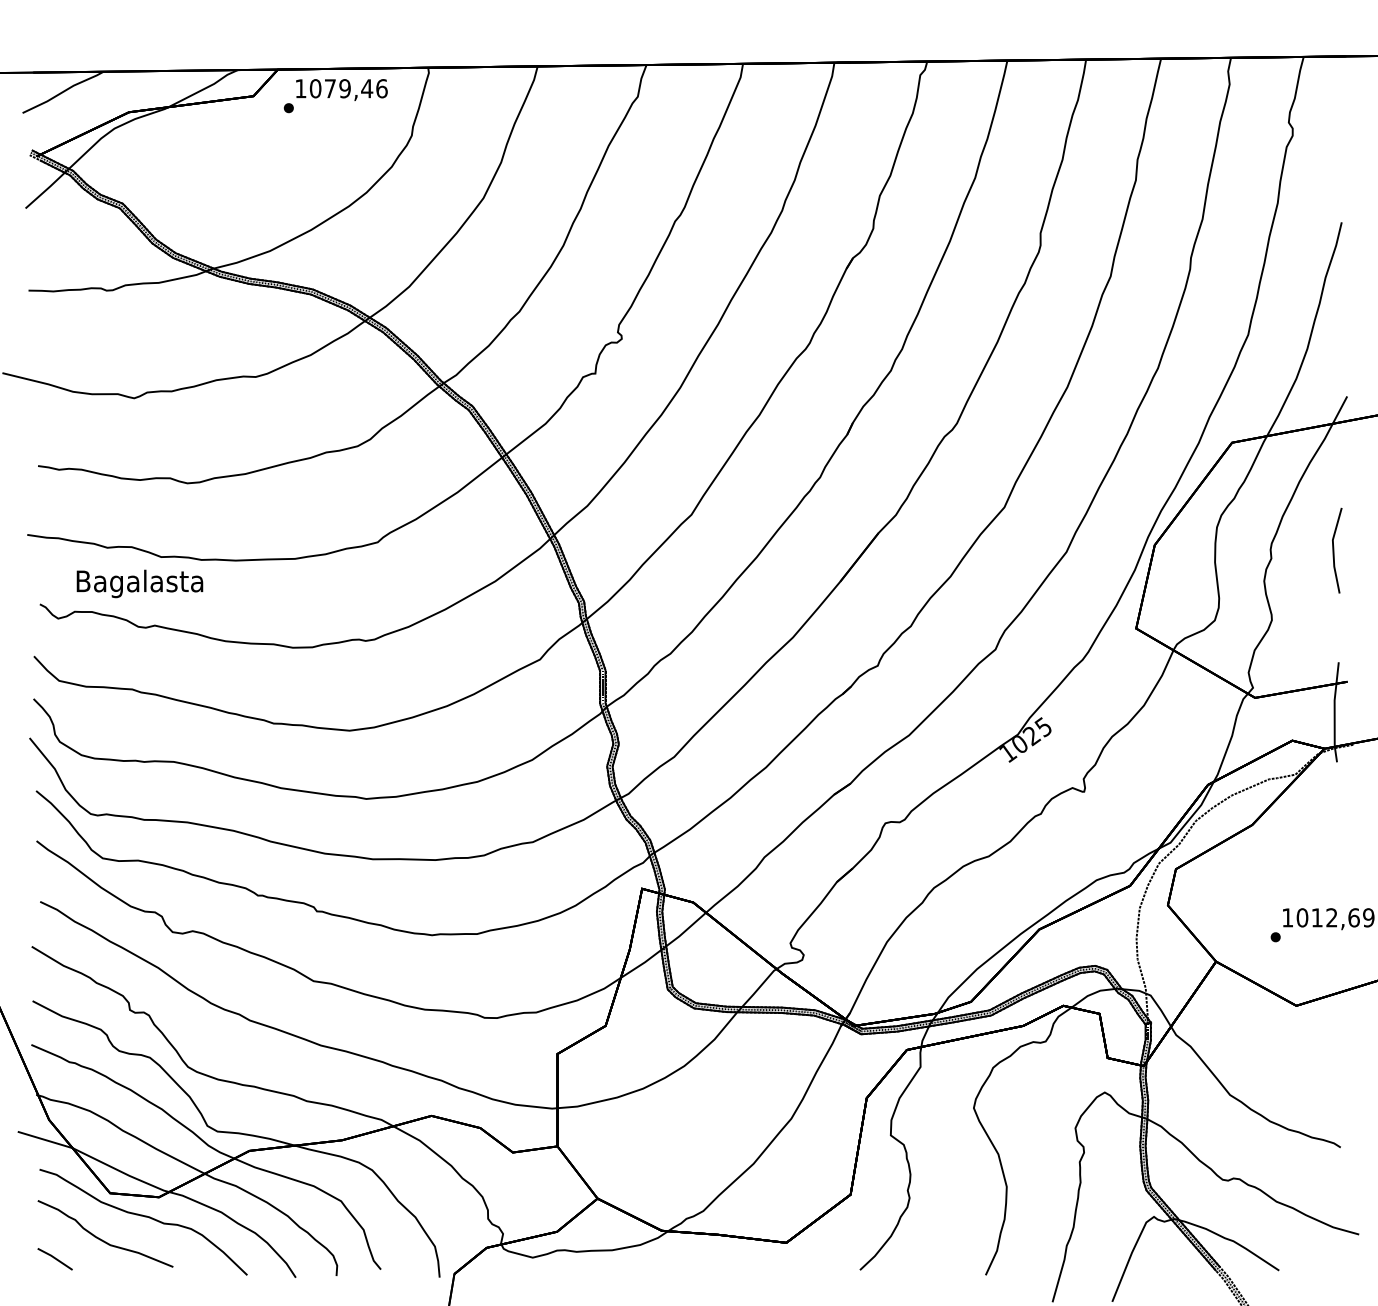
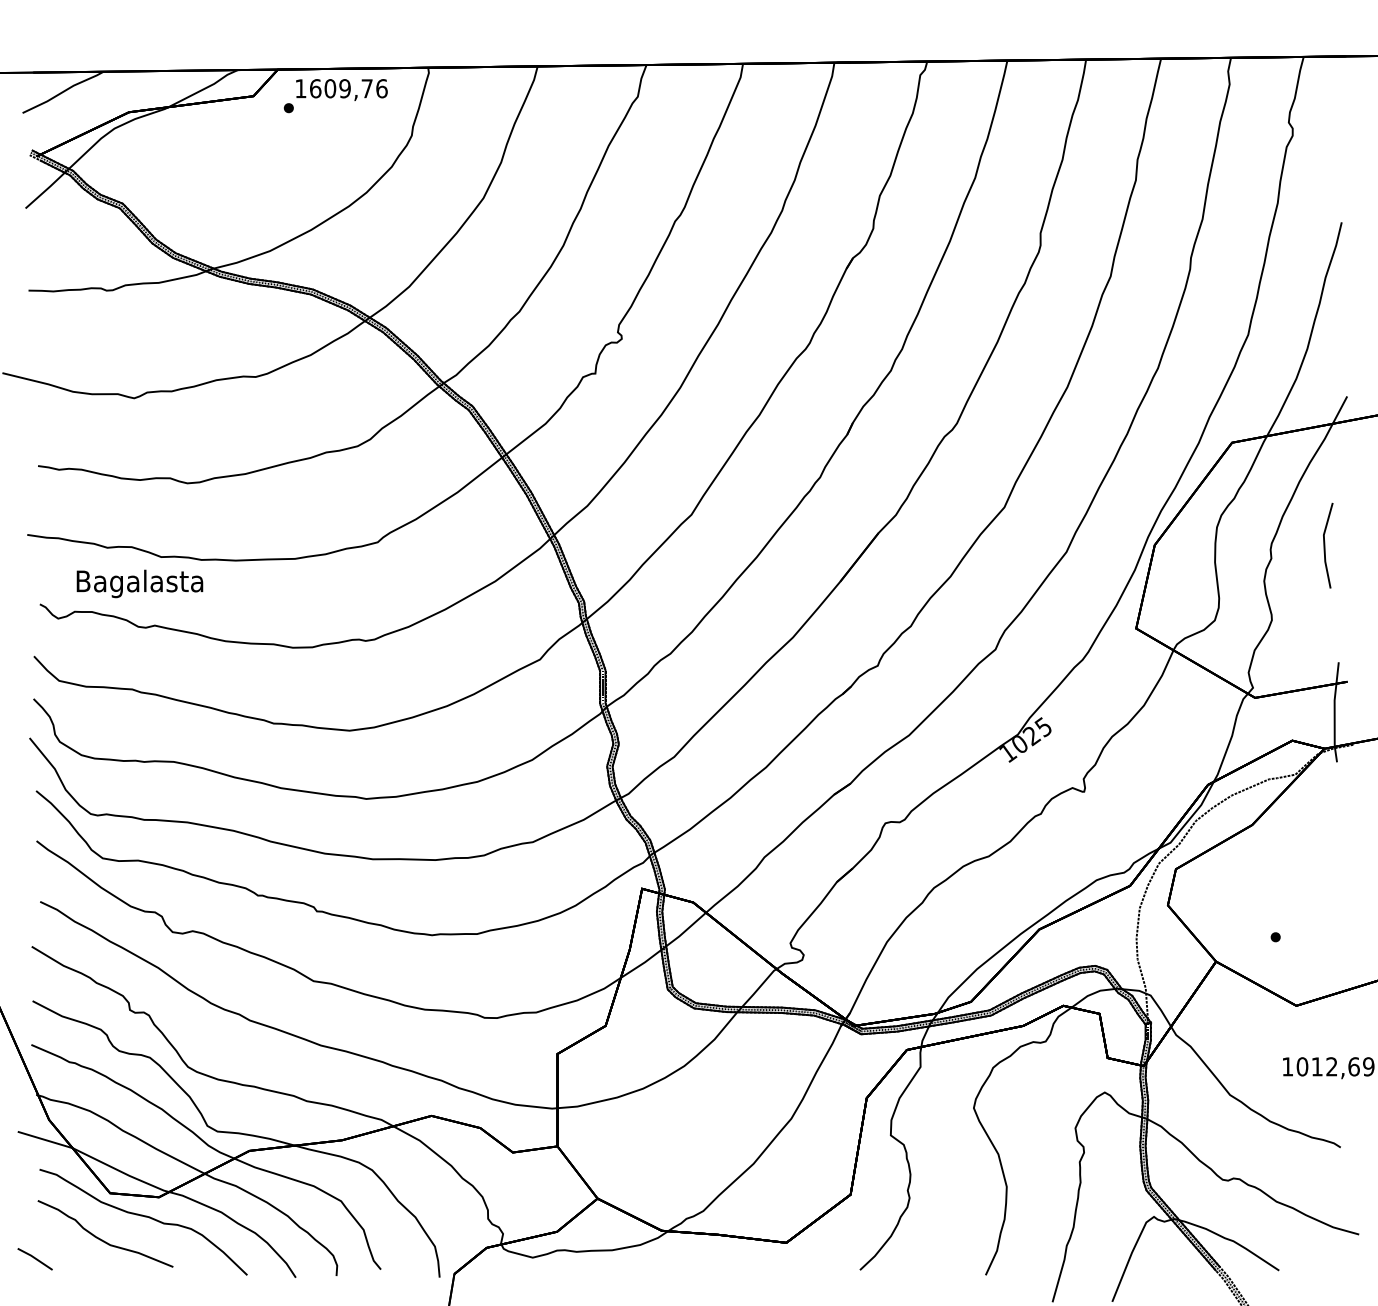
text at (341, 88): 1079,46 -> 1609,76
line at (1334, 550) position: (1334, 550) -> (1325, 545)
text at (1328, 919) position: (1328, 919) -> (1328, 1068)
line at (54, 1258) position: (54, 1258) -> (34, 1258)
